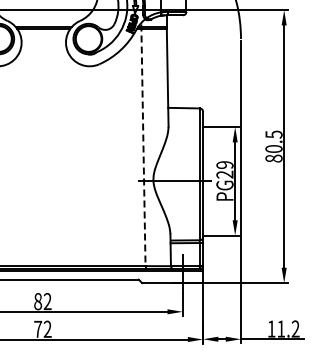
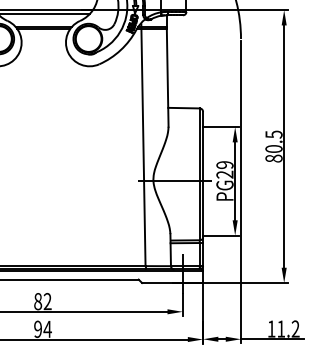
line at (46, 13): none -> present
line at (143, 145): dashed -> solid
text at (42, 329): 72 -> 94
